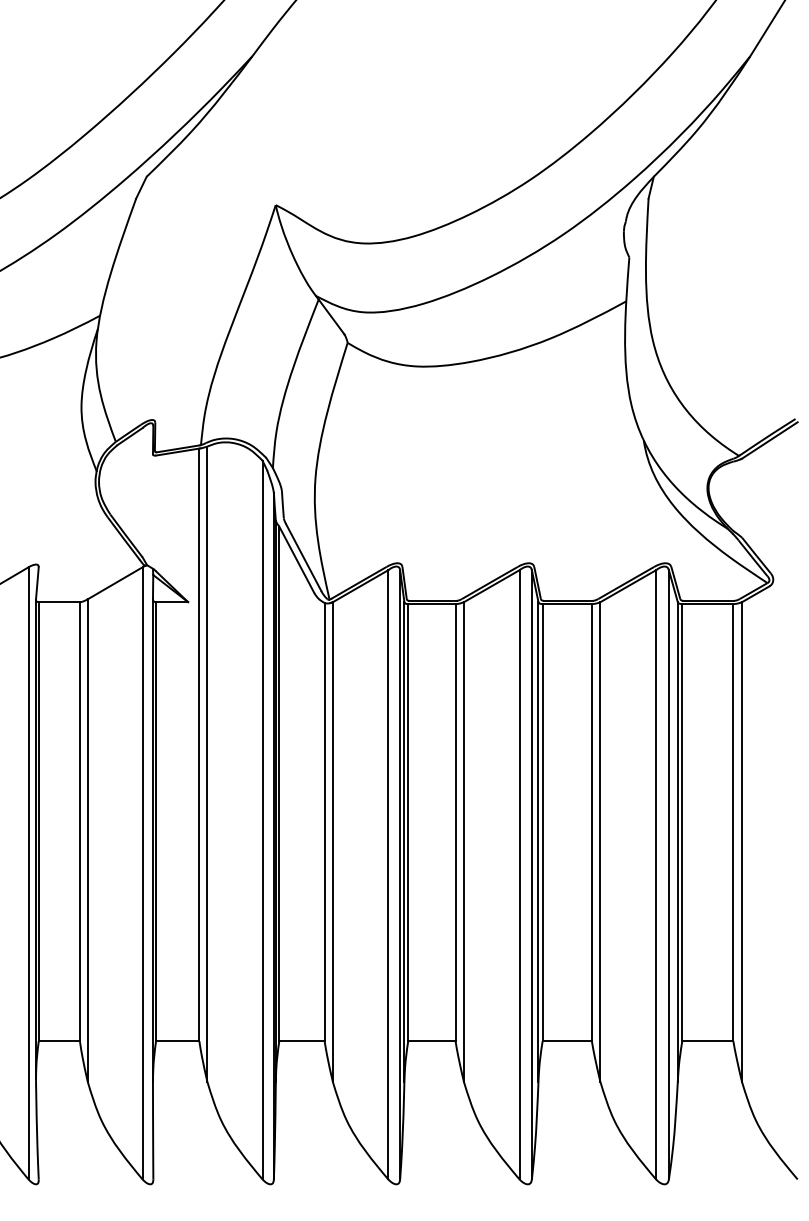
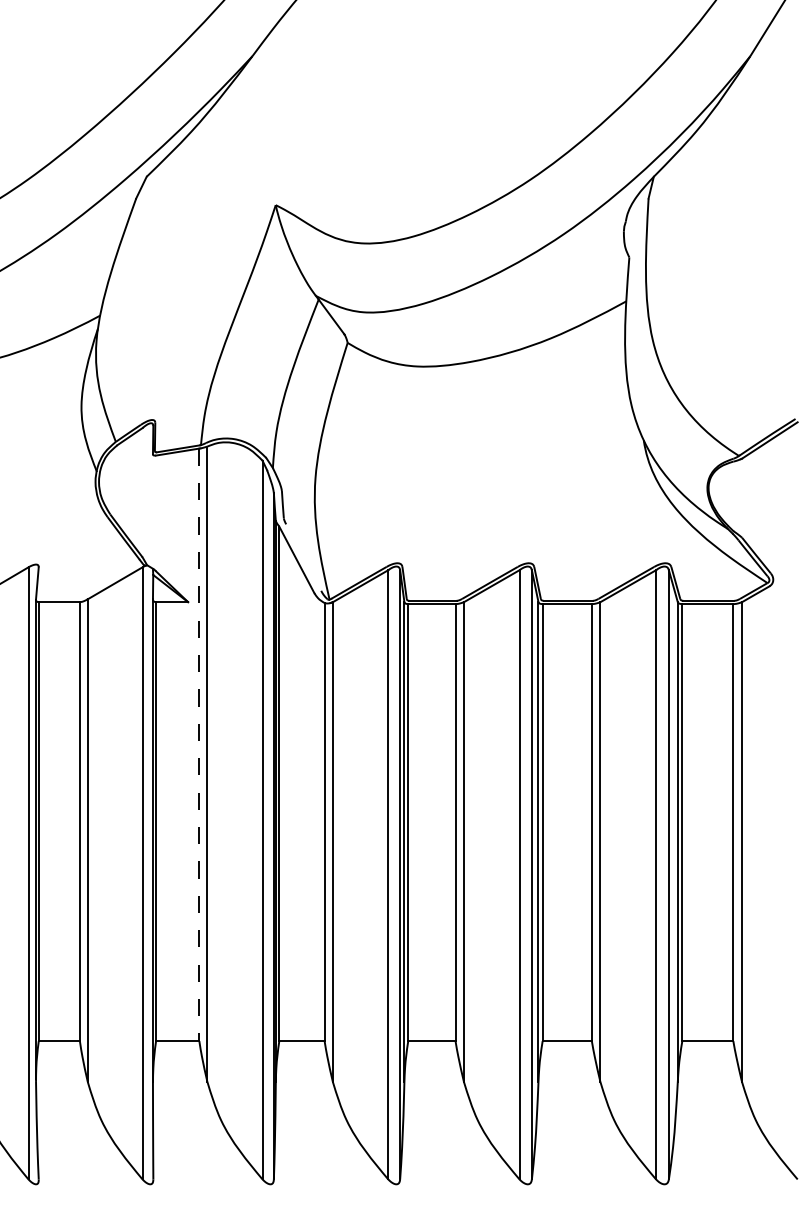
line at (303, 557): present -> none
line at (199, 745): solid -> dashed
